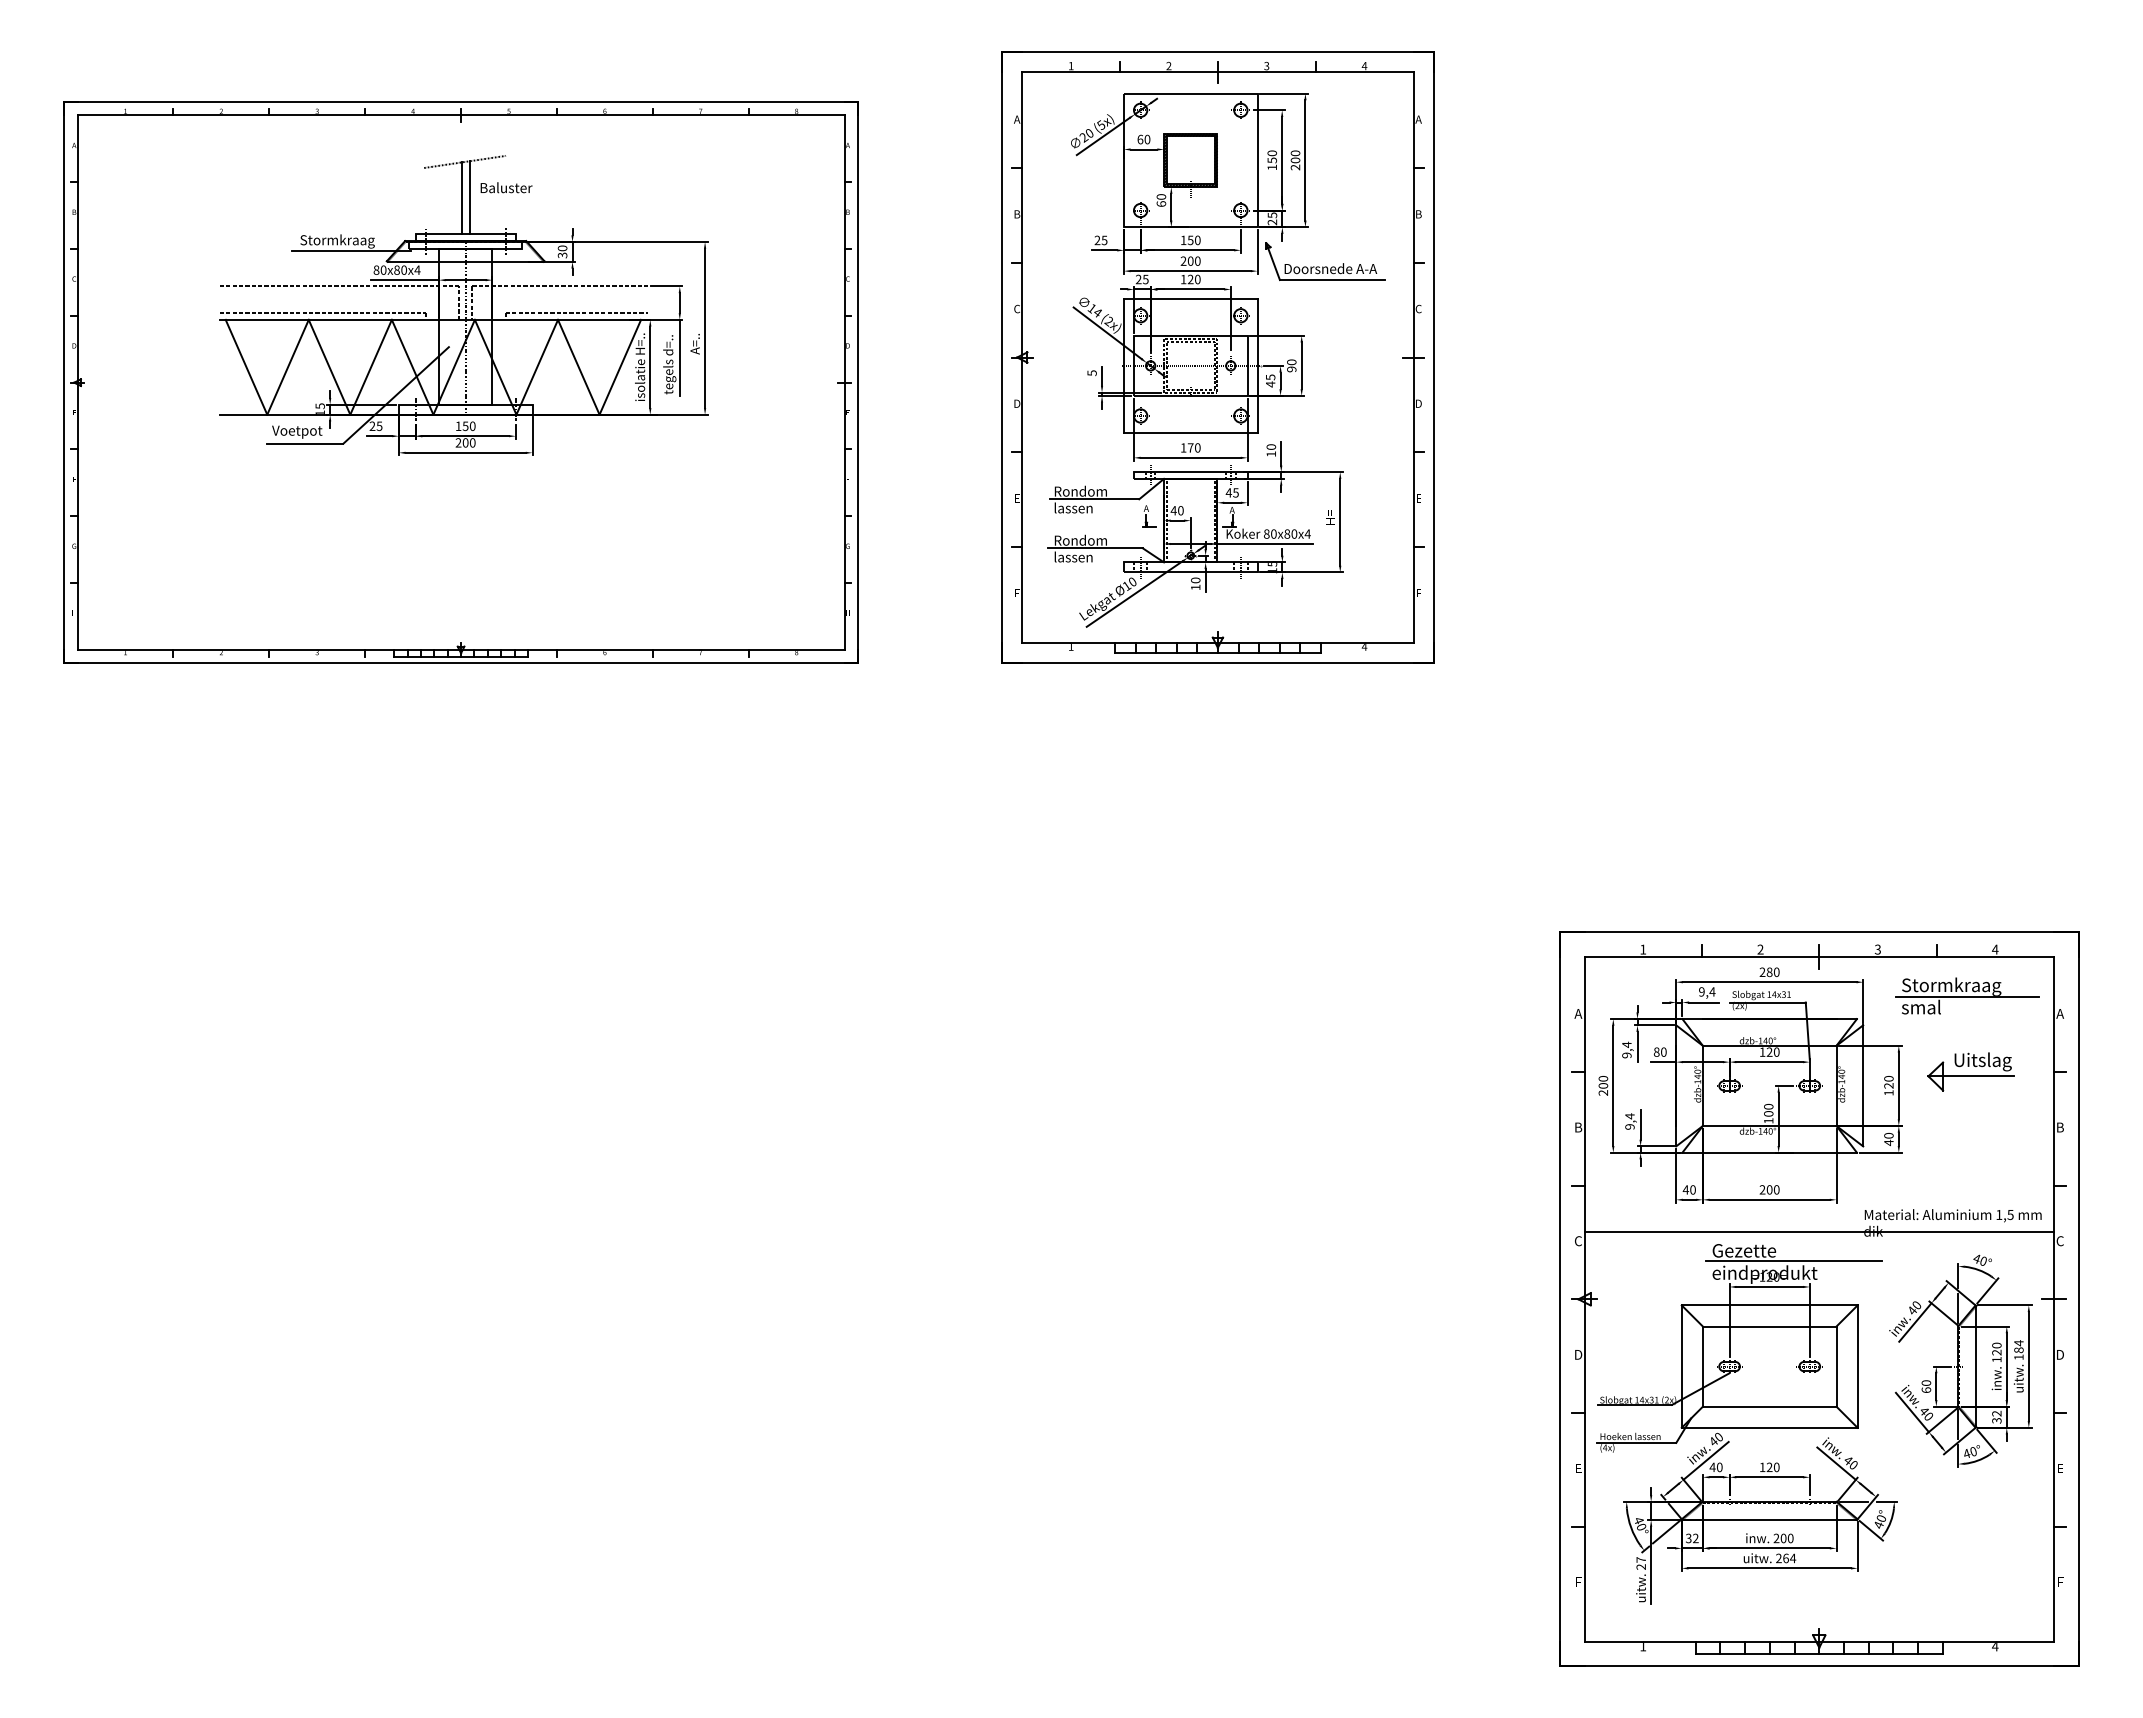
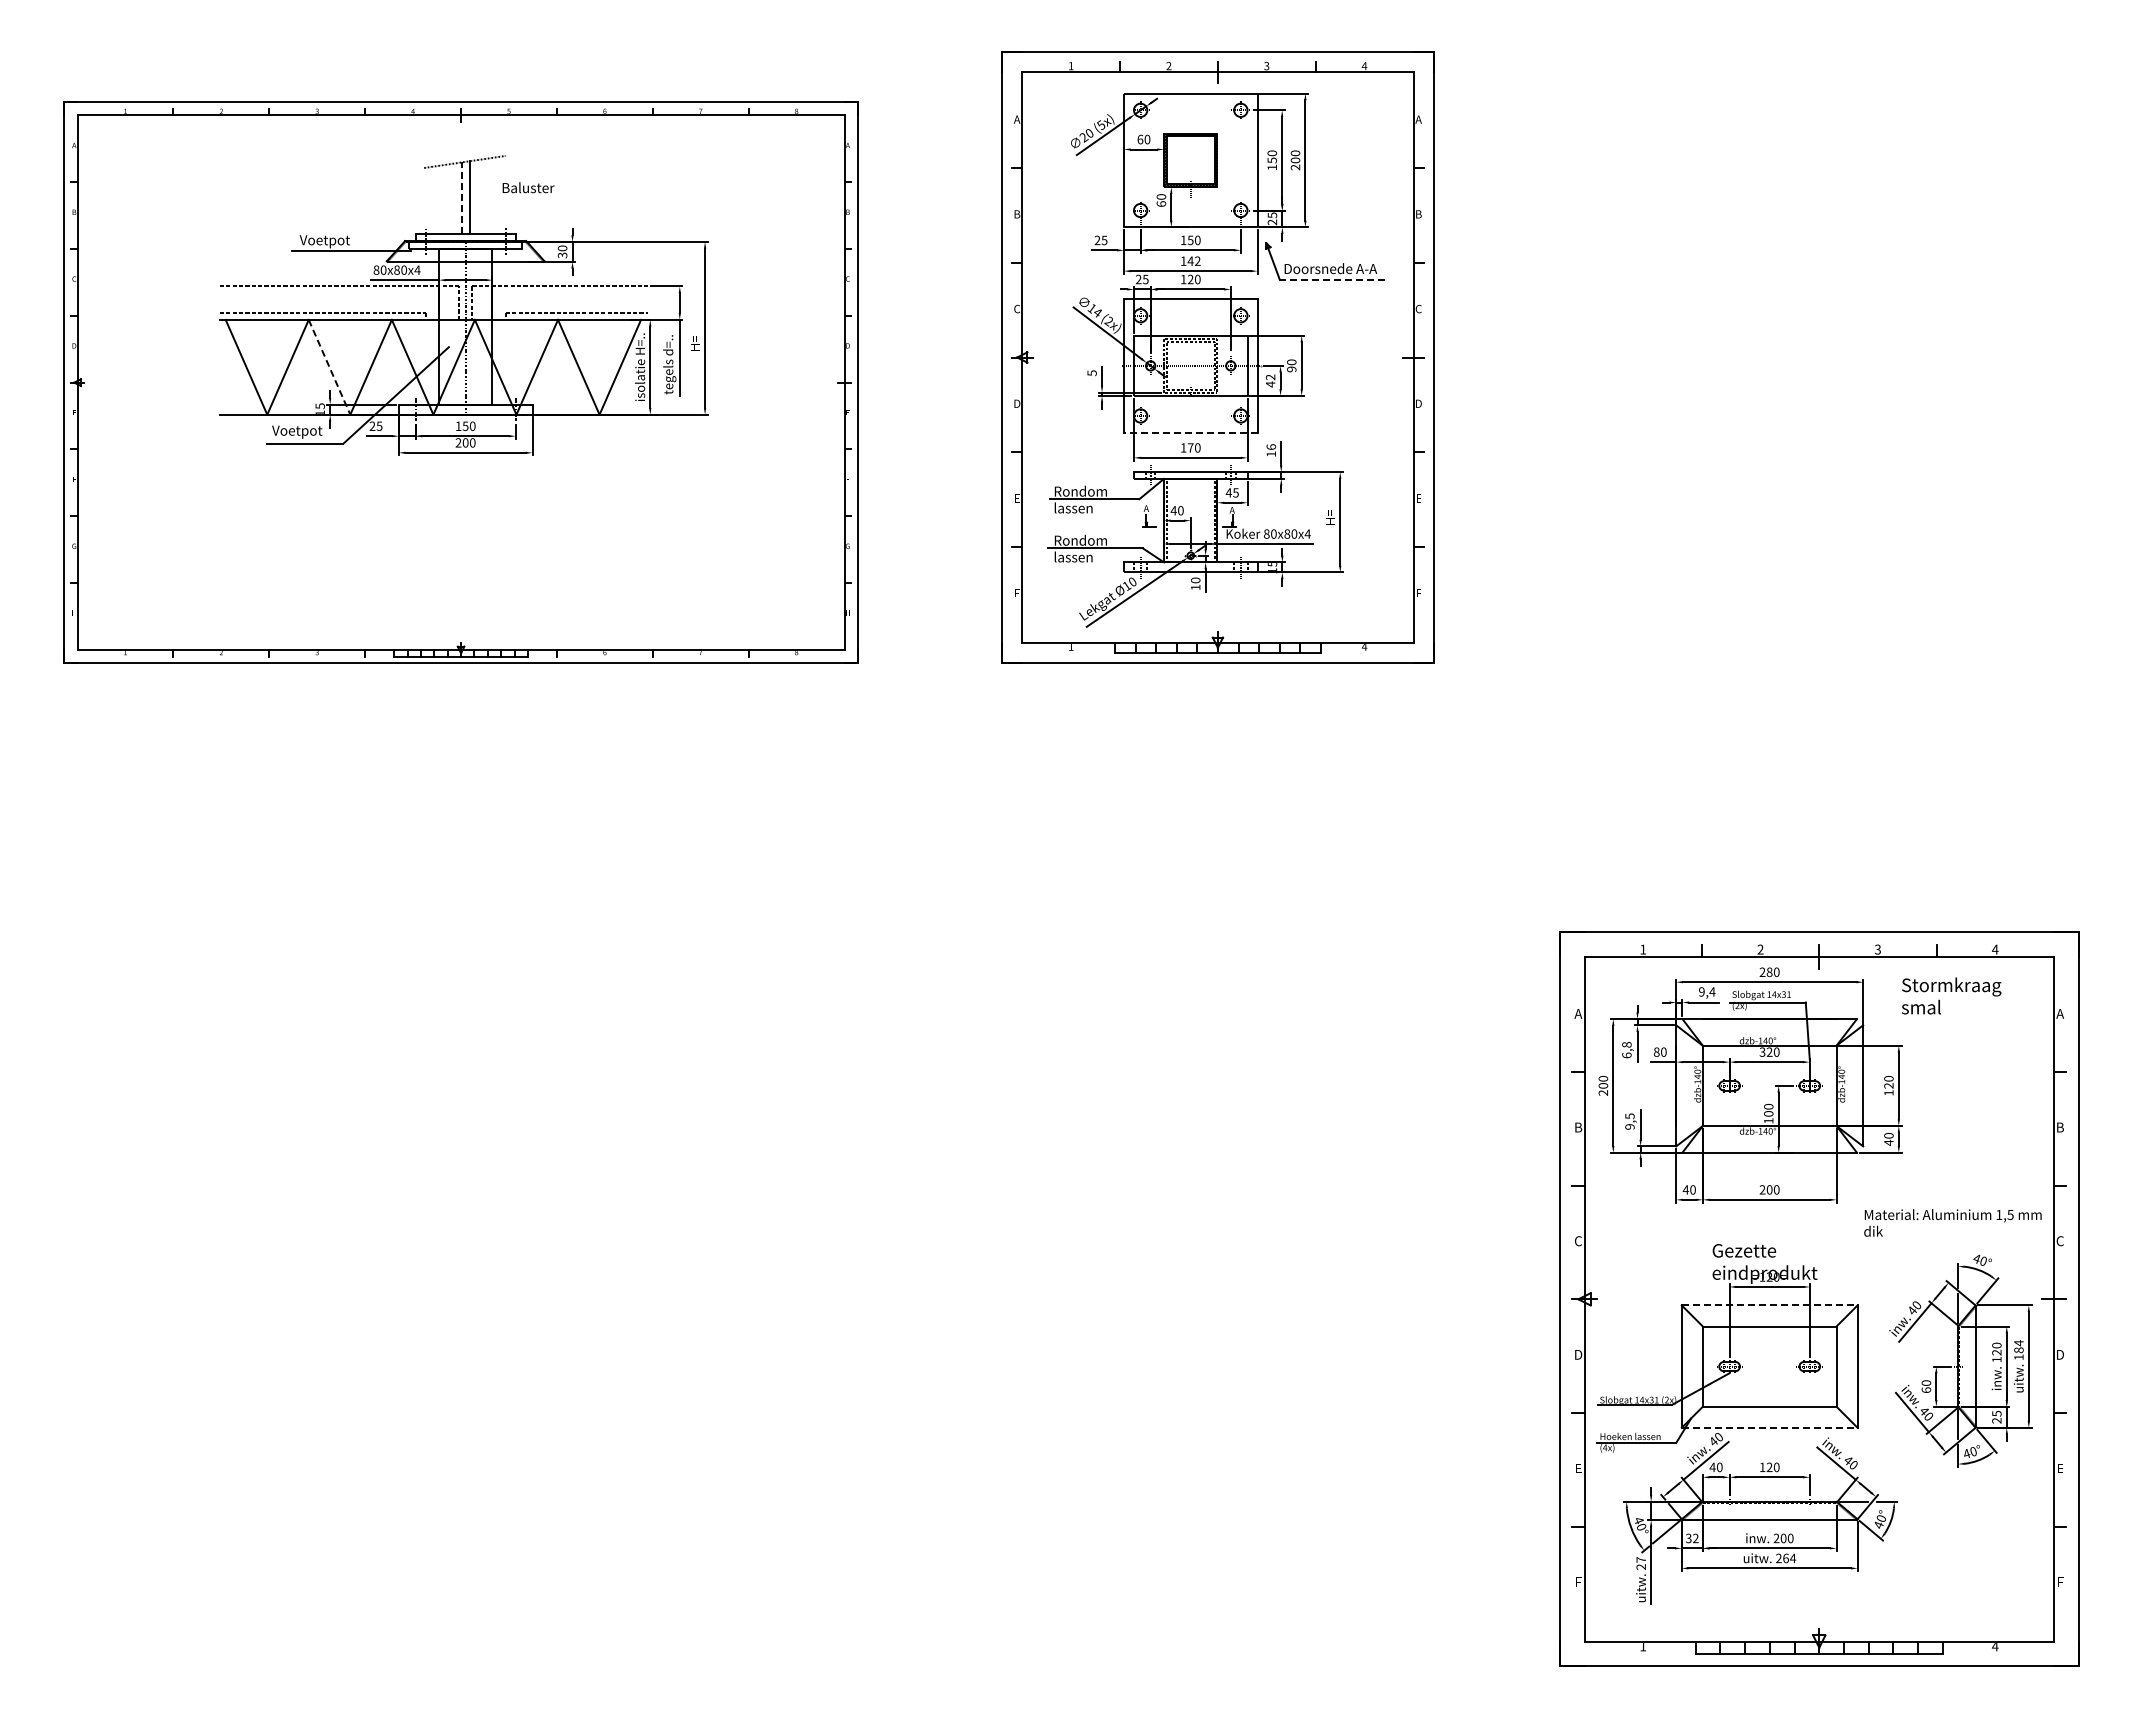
text at (506, 187) position: (506, 187) -> (528, 187)
line at (461, 198): solid -> dashed
text at (336, 241): Stormkraag -> Voetpot
text at (1190, 260): 200 -> 142
line at (1332, 280): solid -> dashed
text at (694, 344): A=.. -> H=
line at (329, 367): solid -> dashed
text at (1270, 377): 45 -> 42
line at (1190, 432): solid -> dashed
text at (1270, 446): 10 -> 16
line at (1967, 997): present -> none
text at (1626, 1049): 9,4 -> 6,8
text at (1762, 1051): 120 -> 320
part at (1970, 1071): present -> none
text at (1629, 1116): 9,4 -> 9,5
line at (1818, 1231): present -> none
line at (1793, 1260): present -> none
line at (1769, 1305): solid -> dashed
text at (1996, 1416): 32 -> 25
line at (1769, 1427): solid -> dashed
